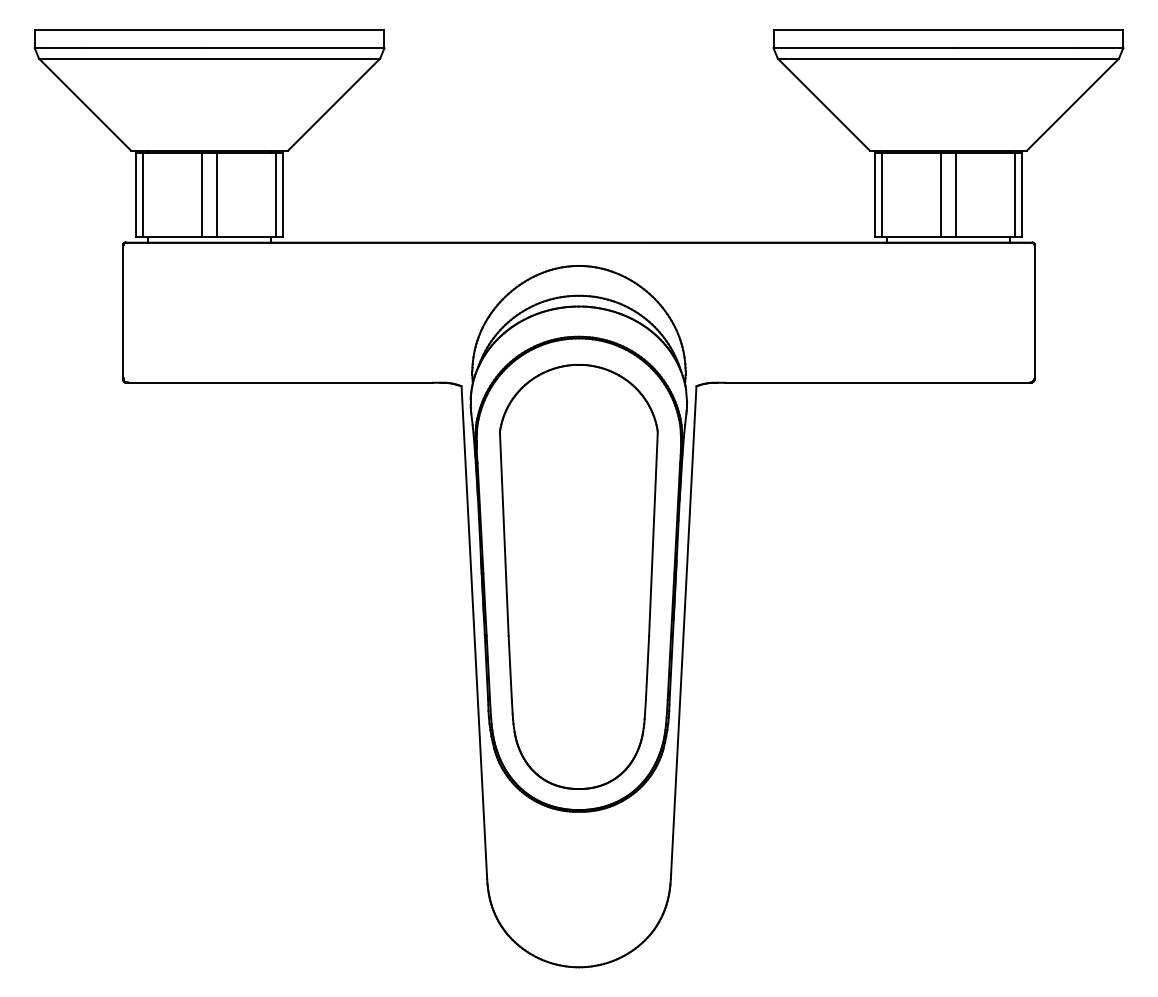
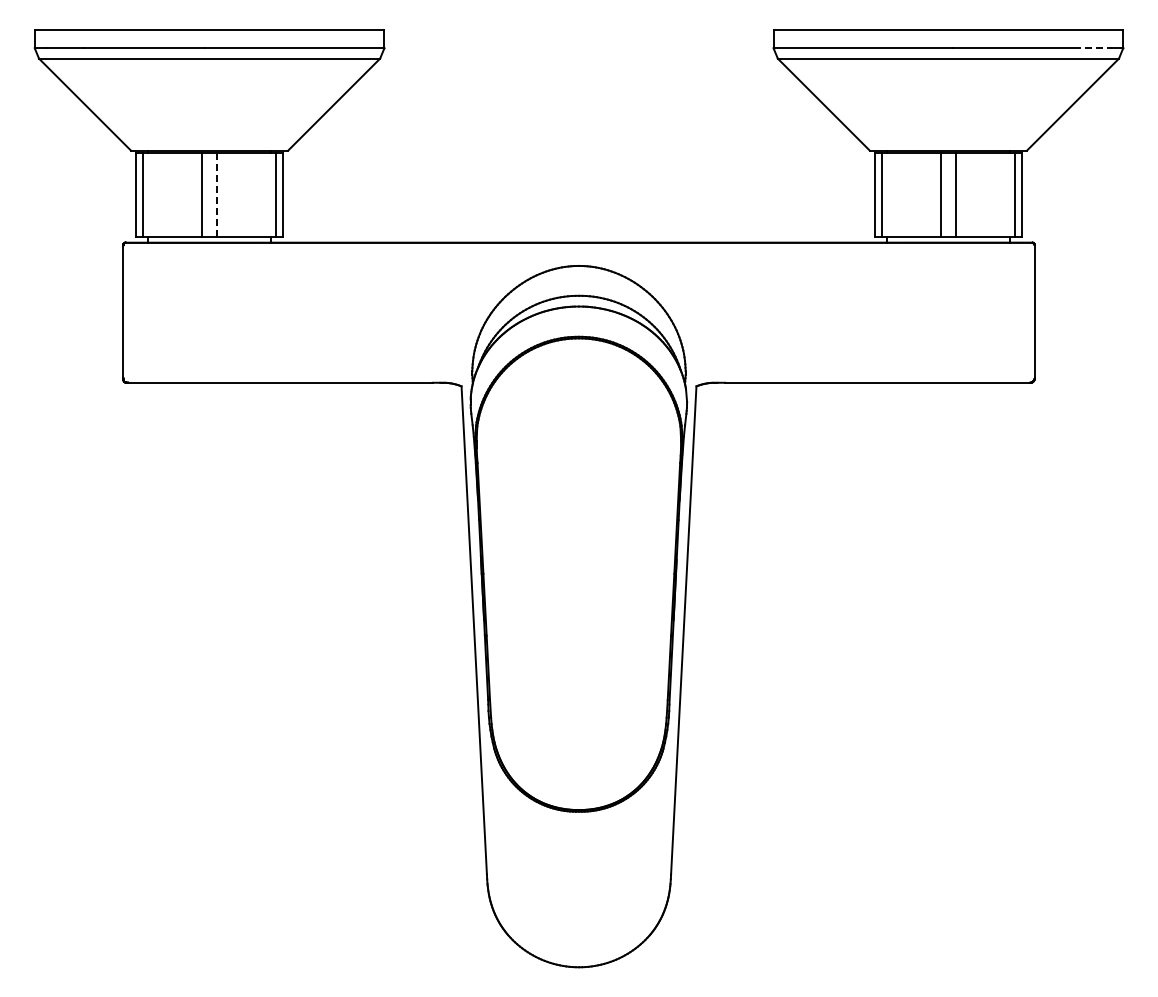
line at (1092, 48): solid -> dashed
line at (217, 194): solid -> dashed
part at (578, 576): present -> none
